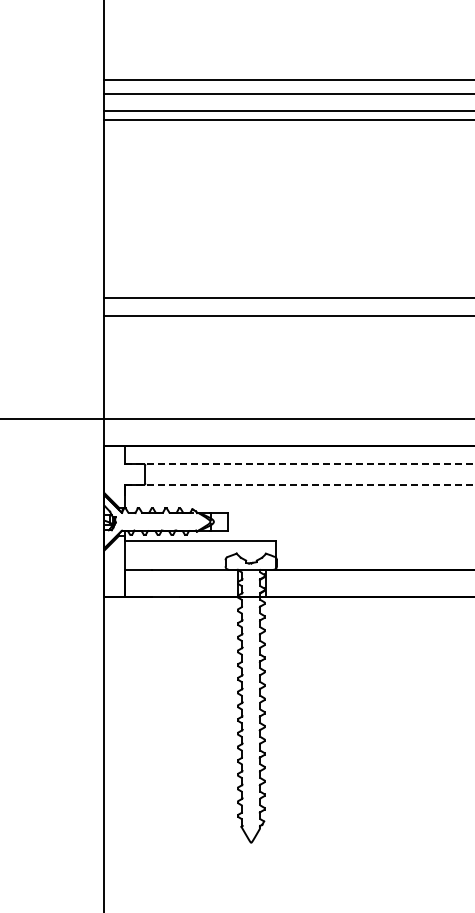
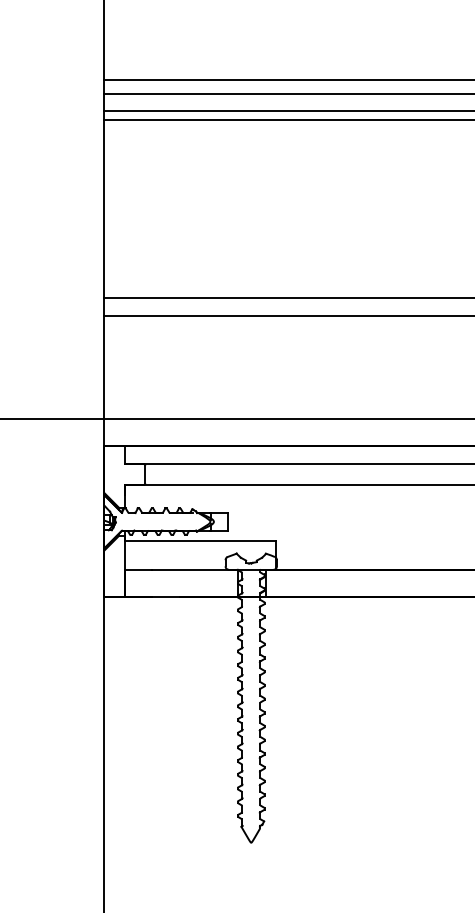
line at (299, 463): dashed -> solid
line at (299, 484): dashed -> solid
